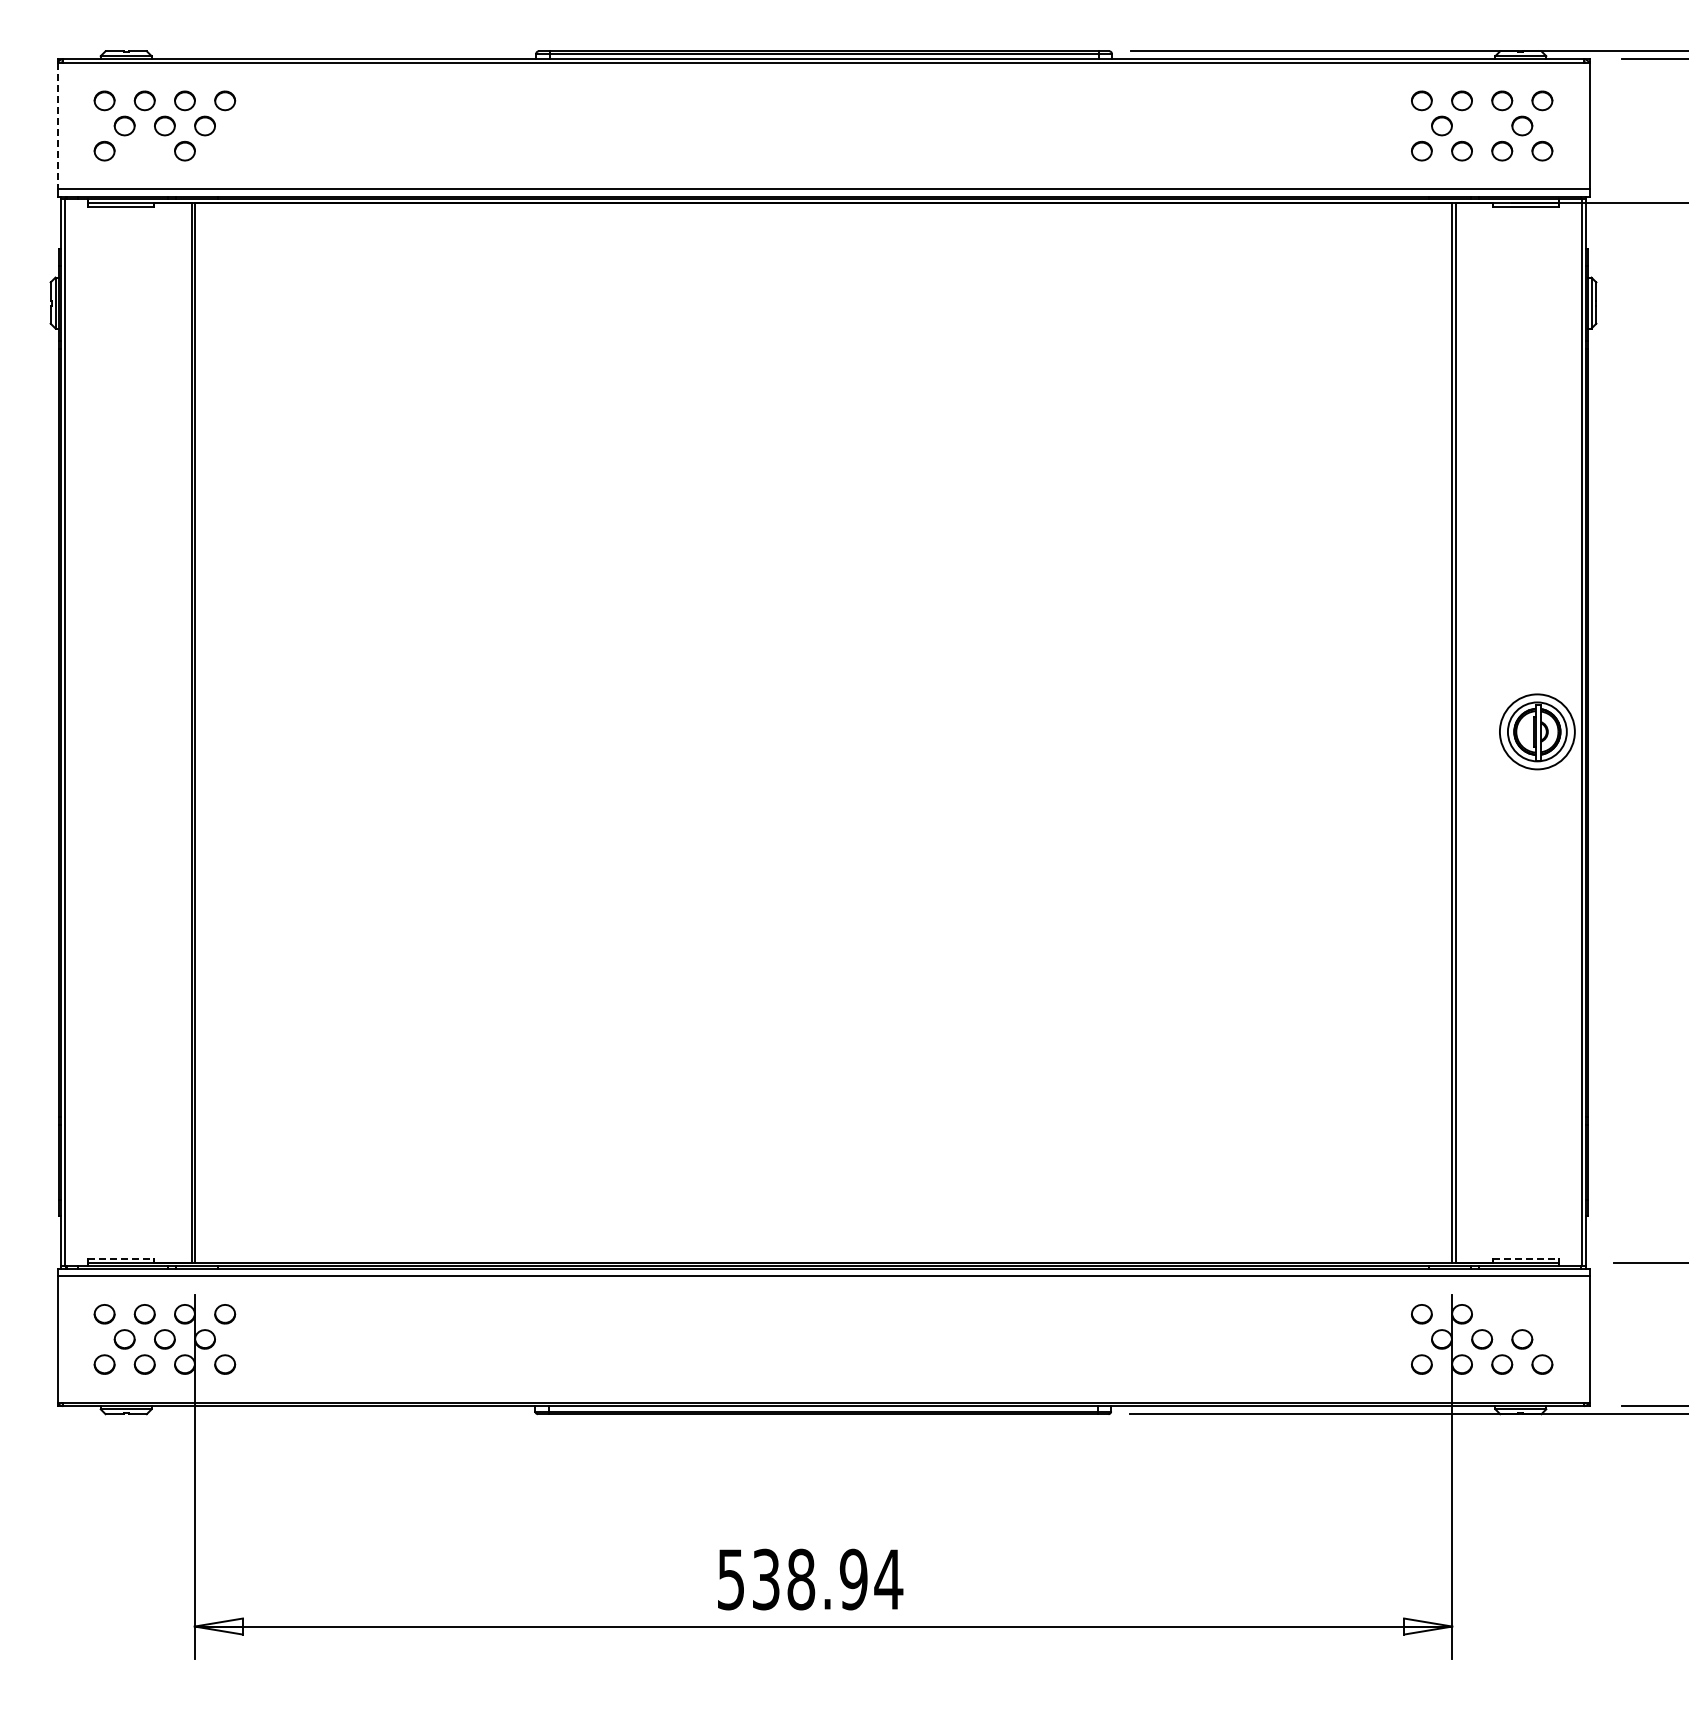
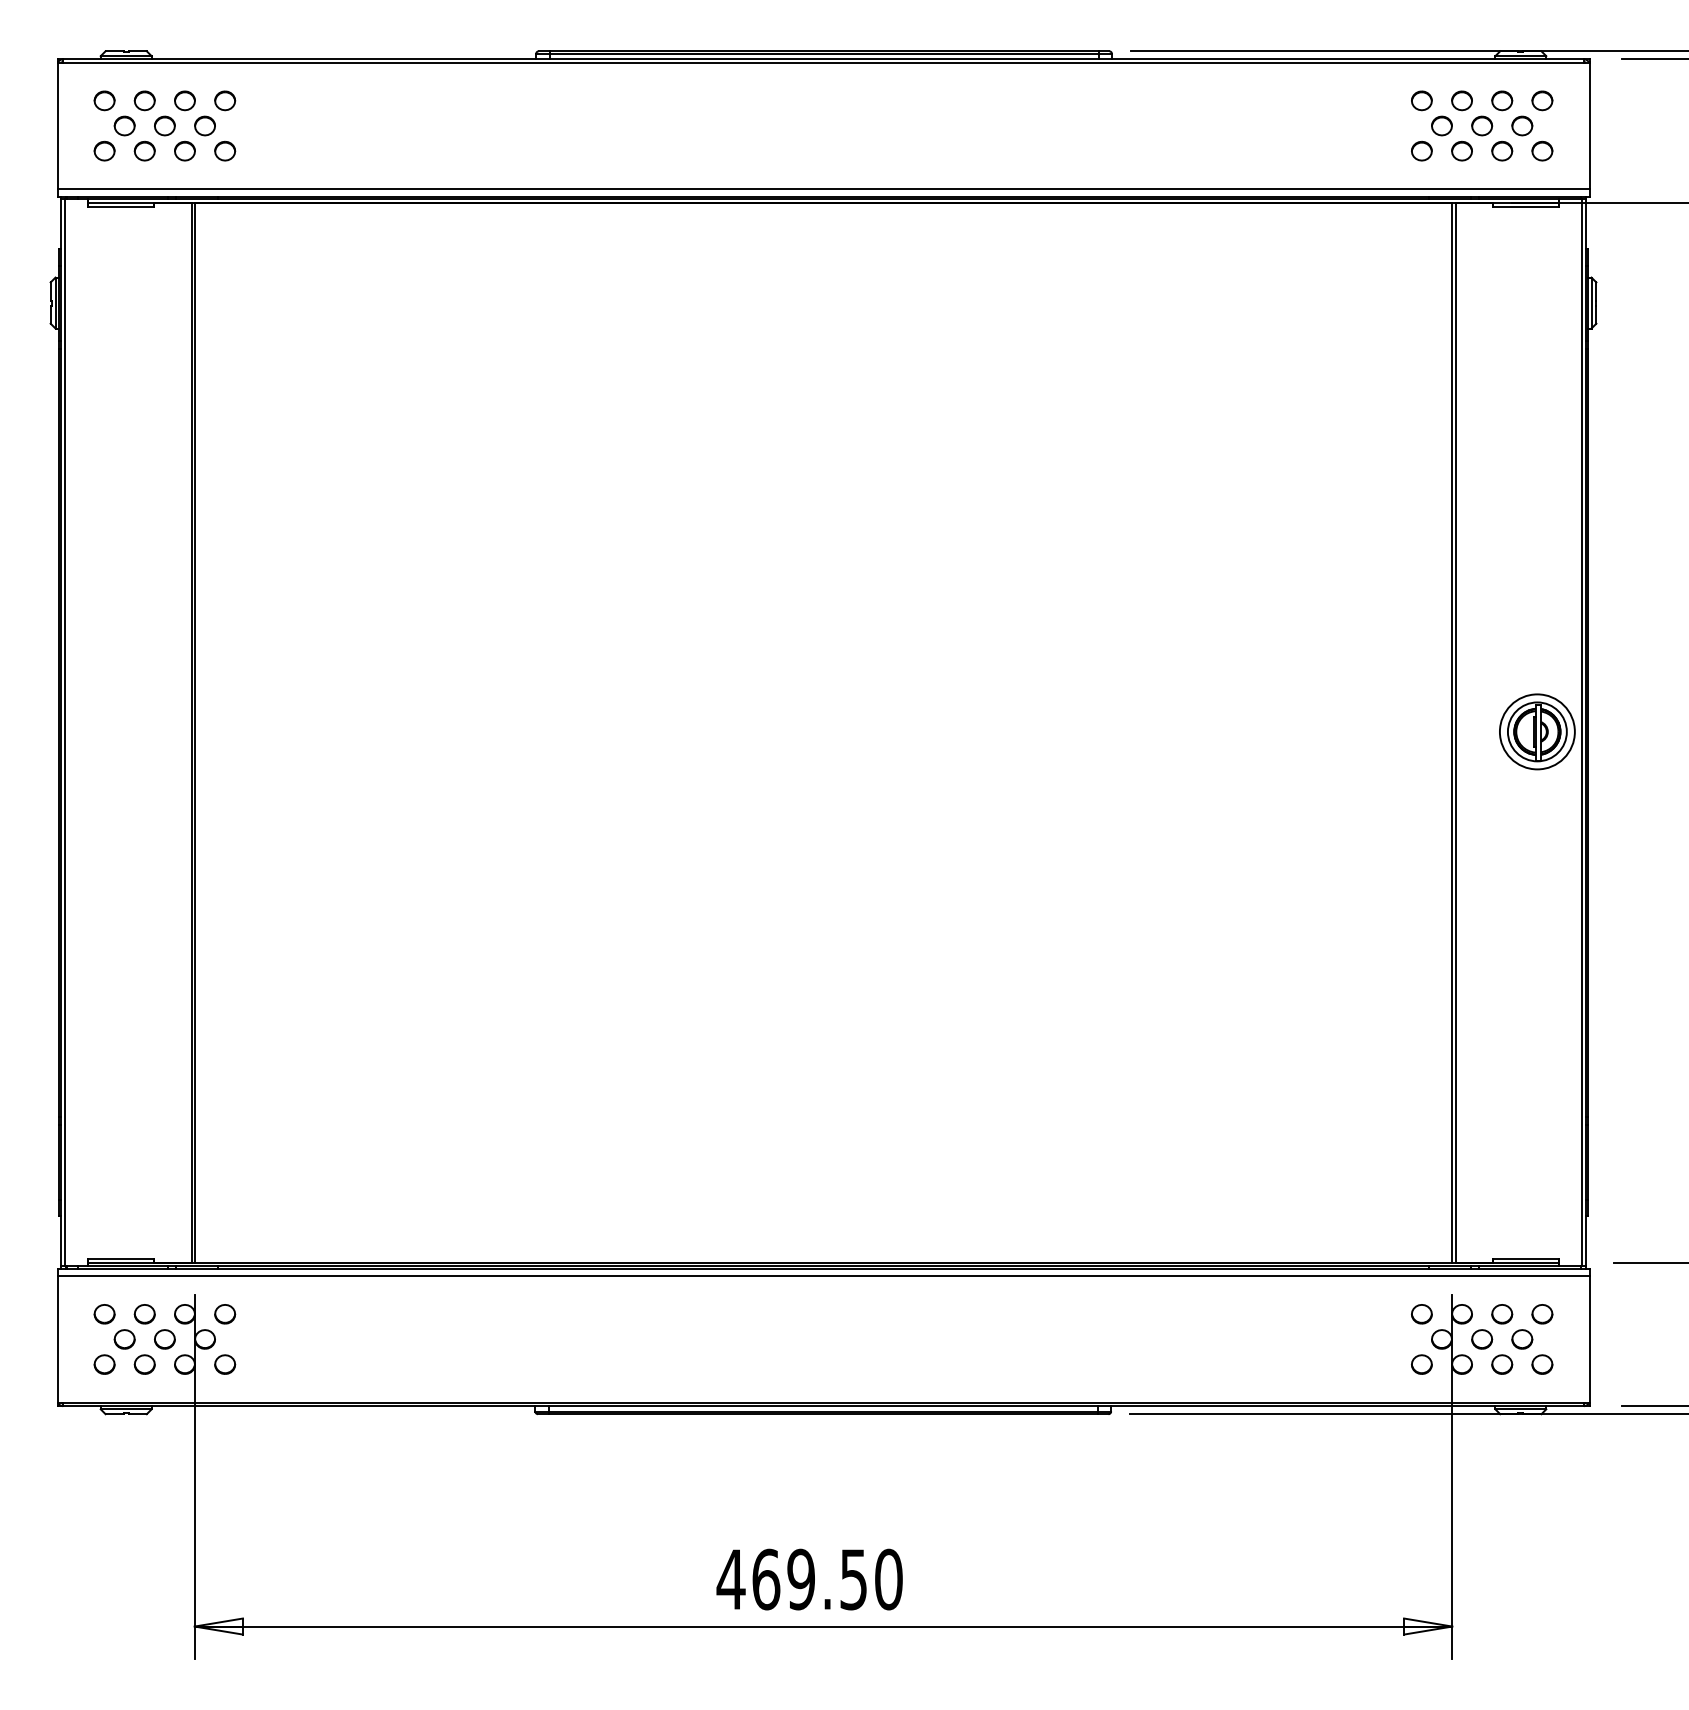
part at (1482, 125): none -> present
line at (57, 126): dashed -> solid
part at (144, 150): none -> present
part at (225, 150): none -> present
line at (121, 1258): dashed -> solid
line at (1526, 1258): dashed -> solid
part at (1502, 1314): none -> present
part at (1542, 1314): none -> present
text at (809, 1579): 538.94 -> 469.50
